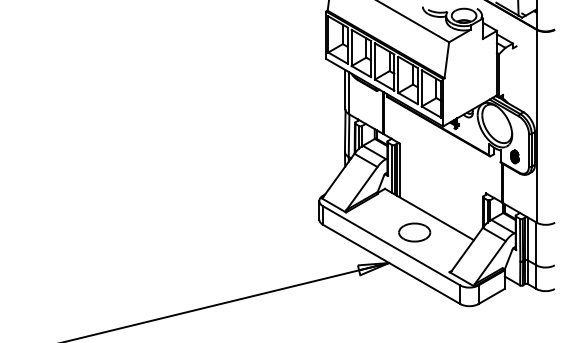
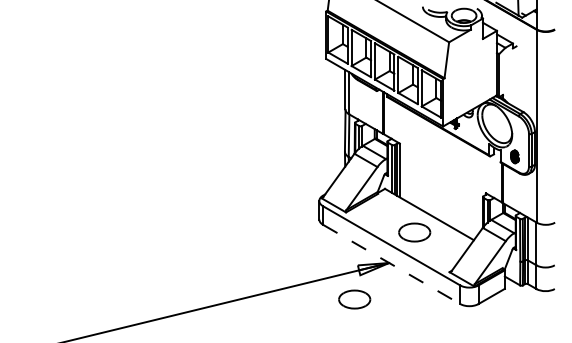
line at (392, 264): solid -> dashed
part at (354, 299): none -> present
